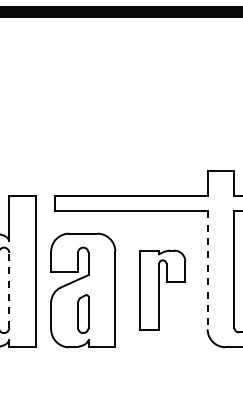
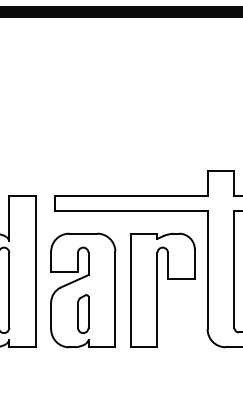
line at (207, 270): dashed -> solid
line at (9, 289): dashed -> solid
part at (162, 289) size: 48x82 px -> 66x116 px
